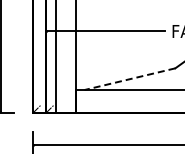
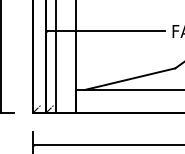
line at (129, 79): dashed -> solid
